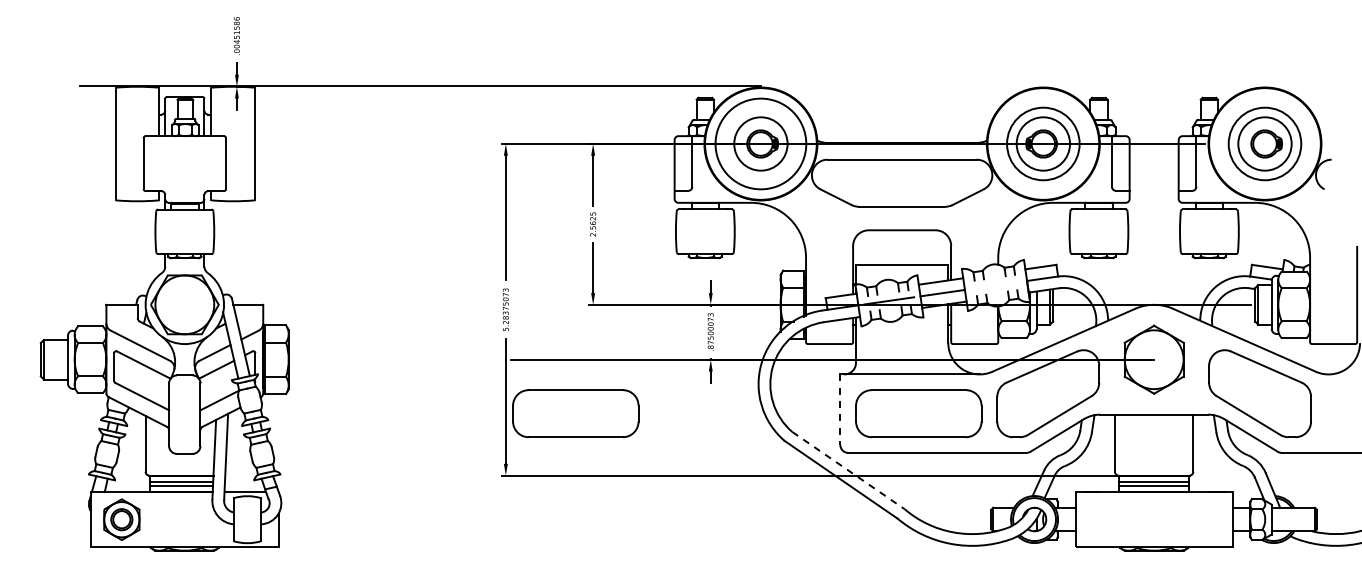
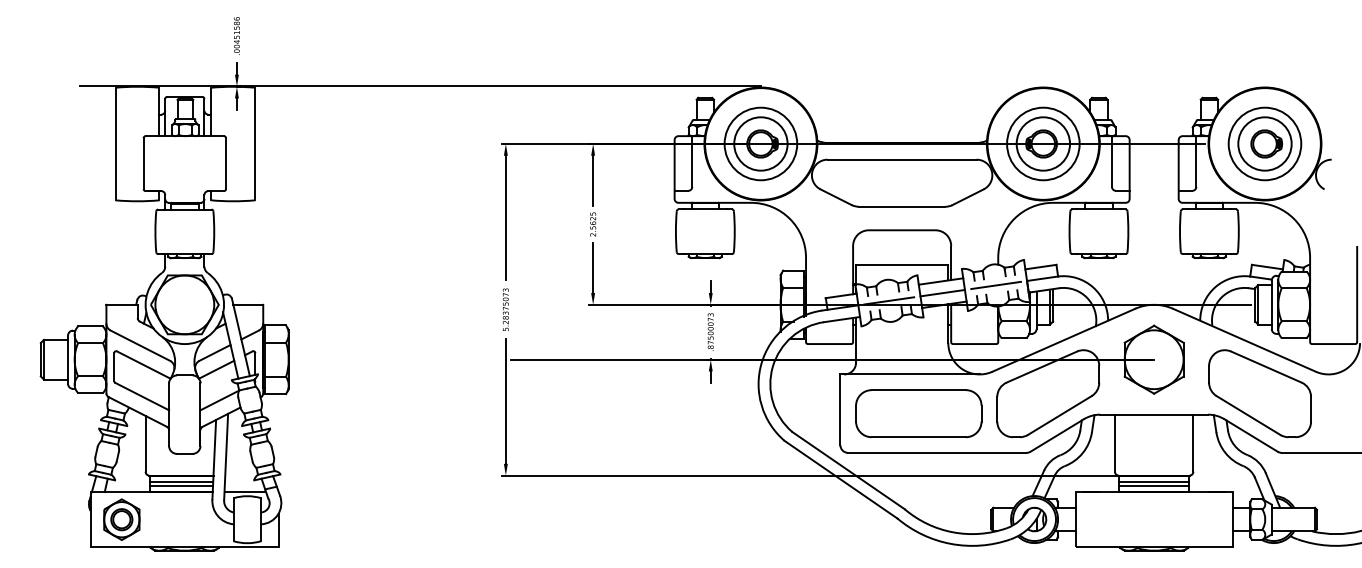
circle at (760, 143) diameter: 91 px -> 73 px
line at (996, 285): none -> present
line at (840, 410): dashed -> solid
part at (575, 413): present -> none
line at (848, 470): dashed -> solid
